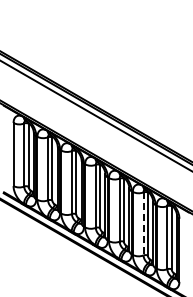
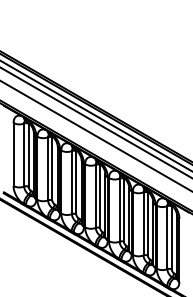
line at (95, 122): none -> present
line at (95, 136): none -> present
line at (143, 223): dashed -> solid
